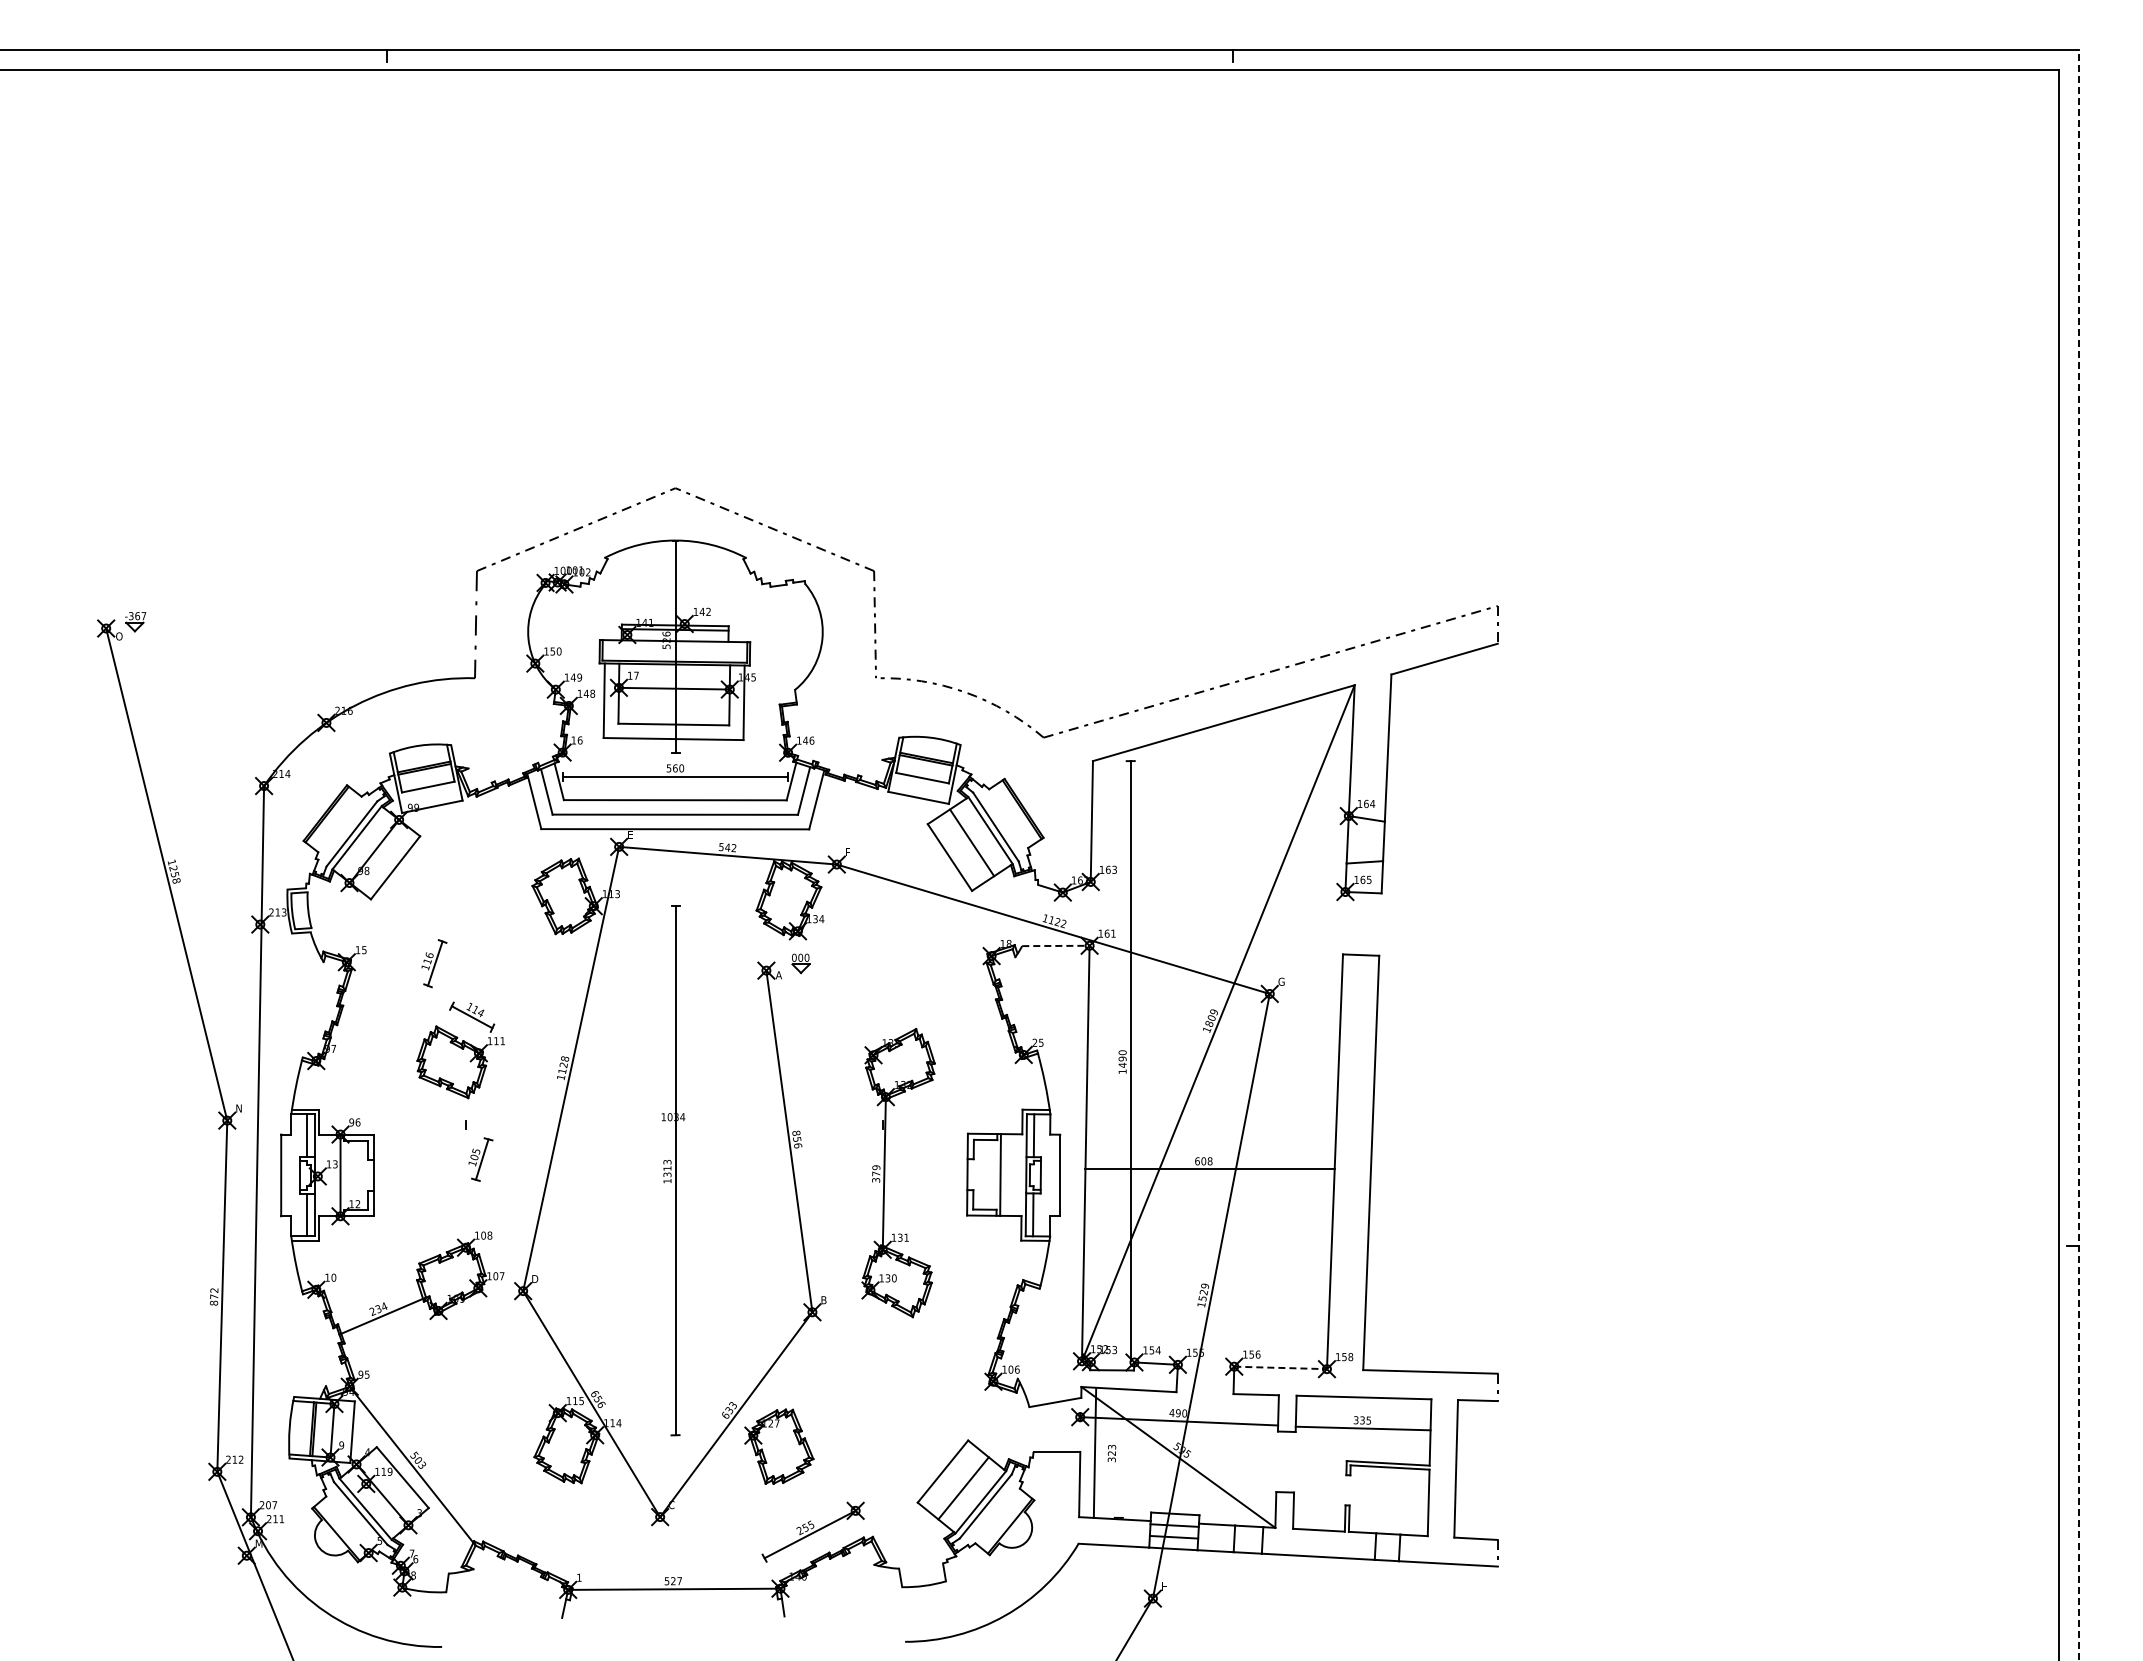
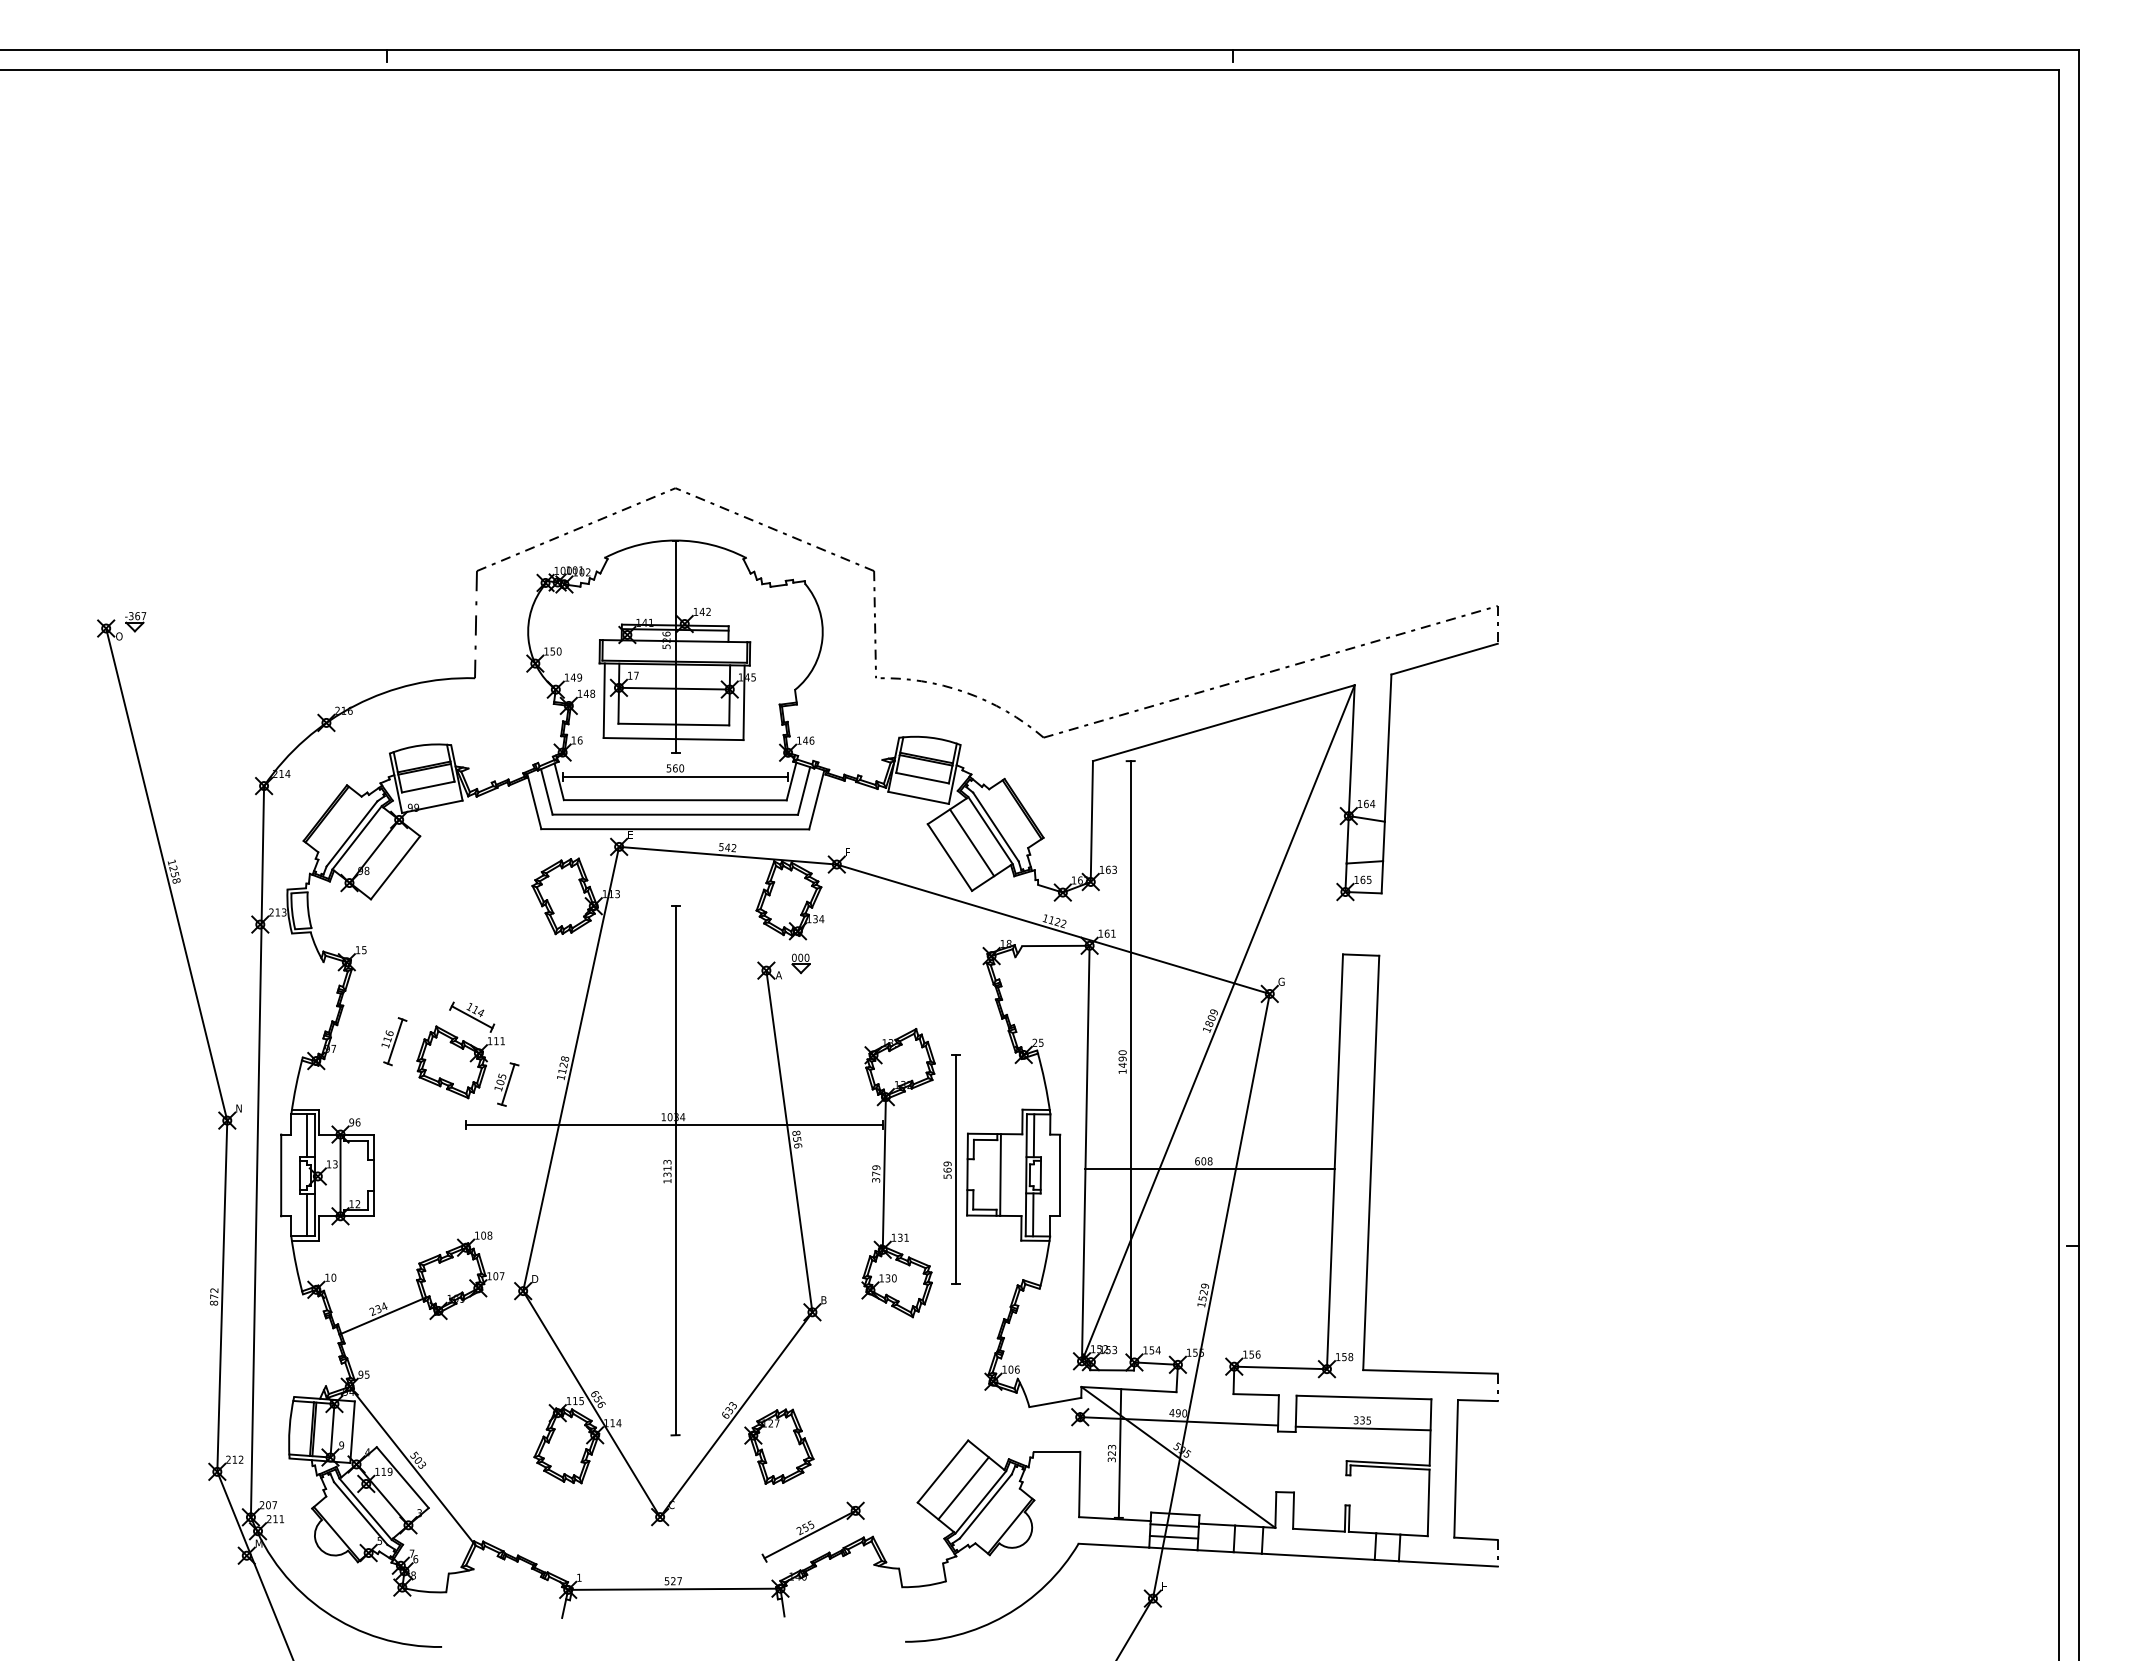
line at (2078, 854): dashed -> solid
line at (1055, 945): dashed -> solid
part at (434, 963) position: (434, 963) -> (394, 1041)
line at (674, 1125): none -> present
part at (480, 1159) position: (480, 1159) -> (506, 1084)
part at (951, 1169): none -> present
line at (1281, 1367): dashed -> solid
line at (1094, 1453) position: (1094, 1453) -> (1119, 1453)
